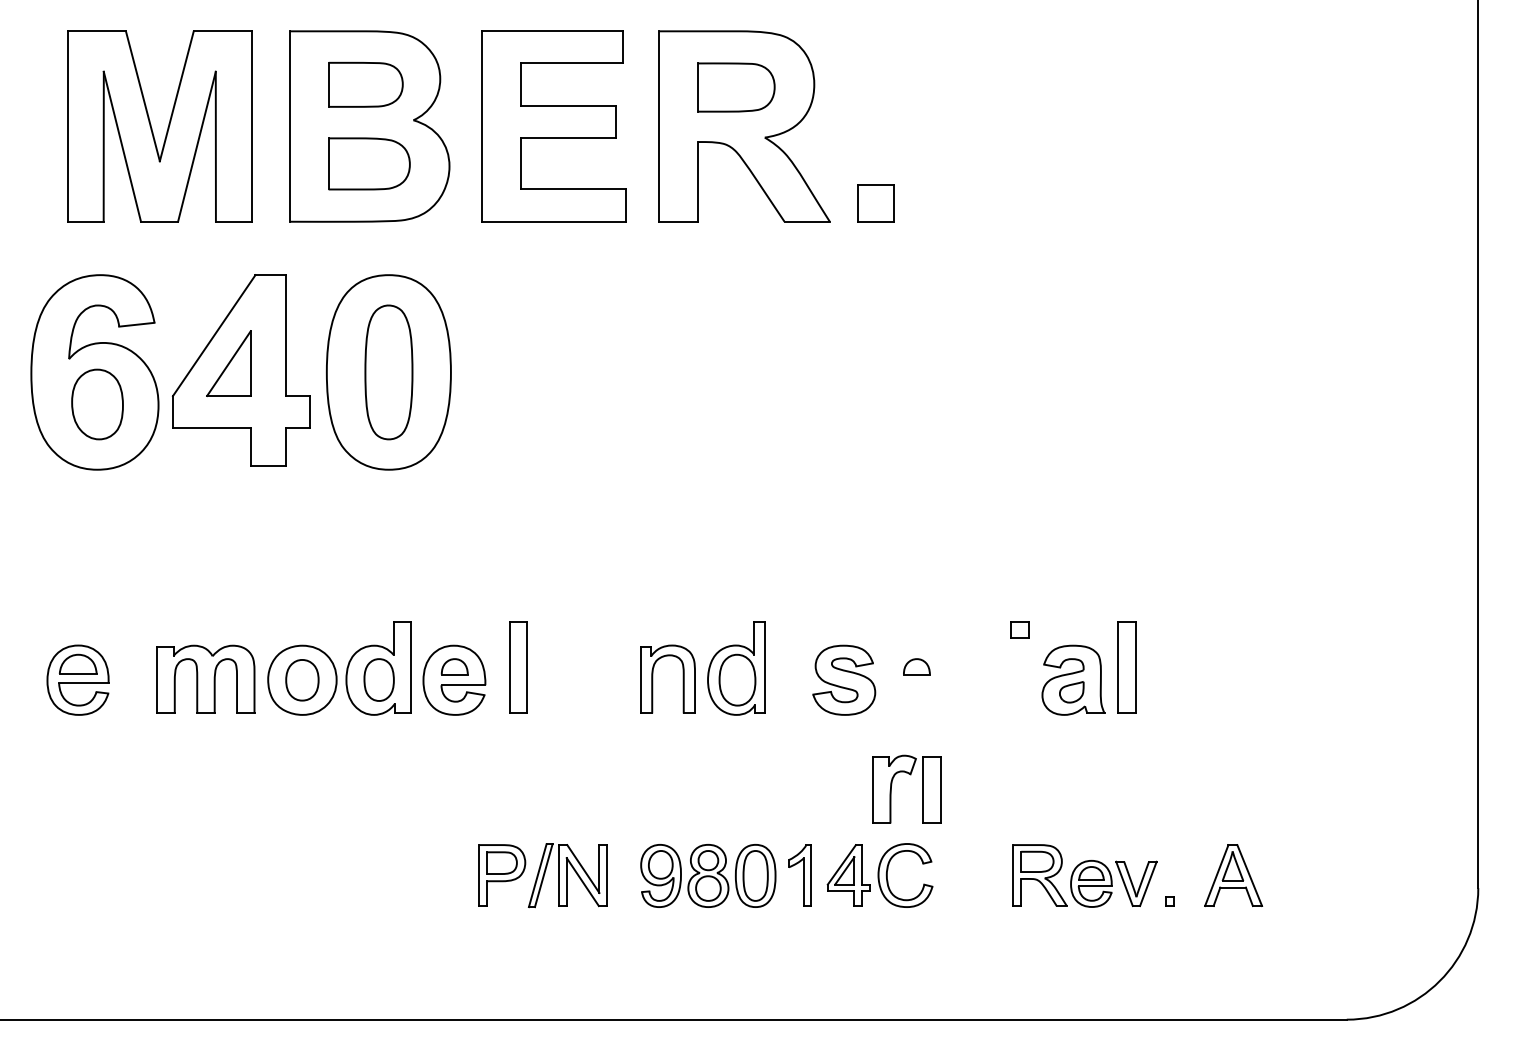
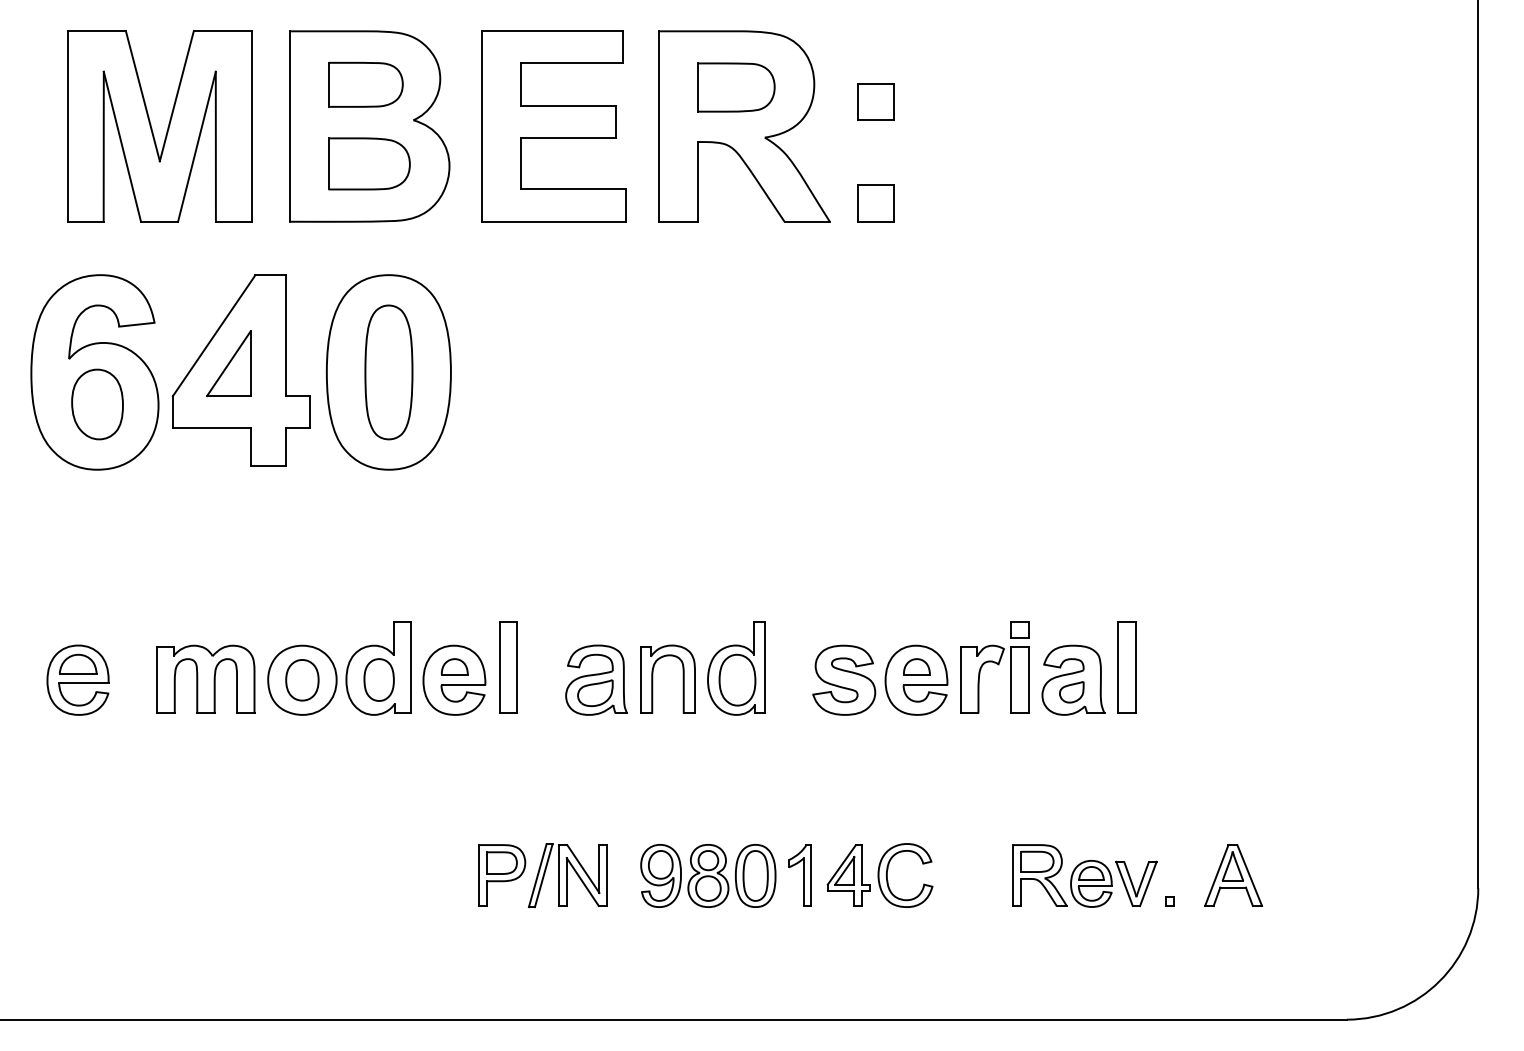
part at (875, 101): none -> present
part at (518, 667) position: (518, 667) -> (508, 667)
part at (596, 679): none -> present
part at (916, 679): none -> present
part at (910, 775) position: (910, 775) -> (998, 665)
